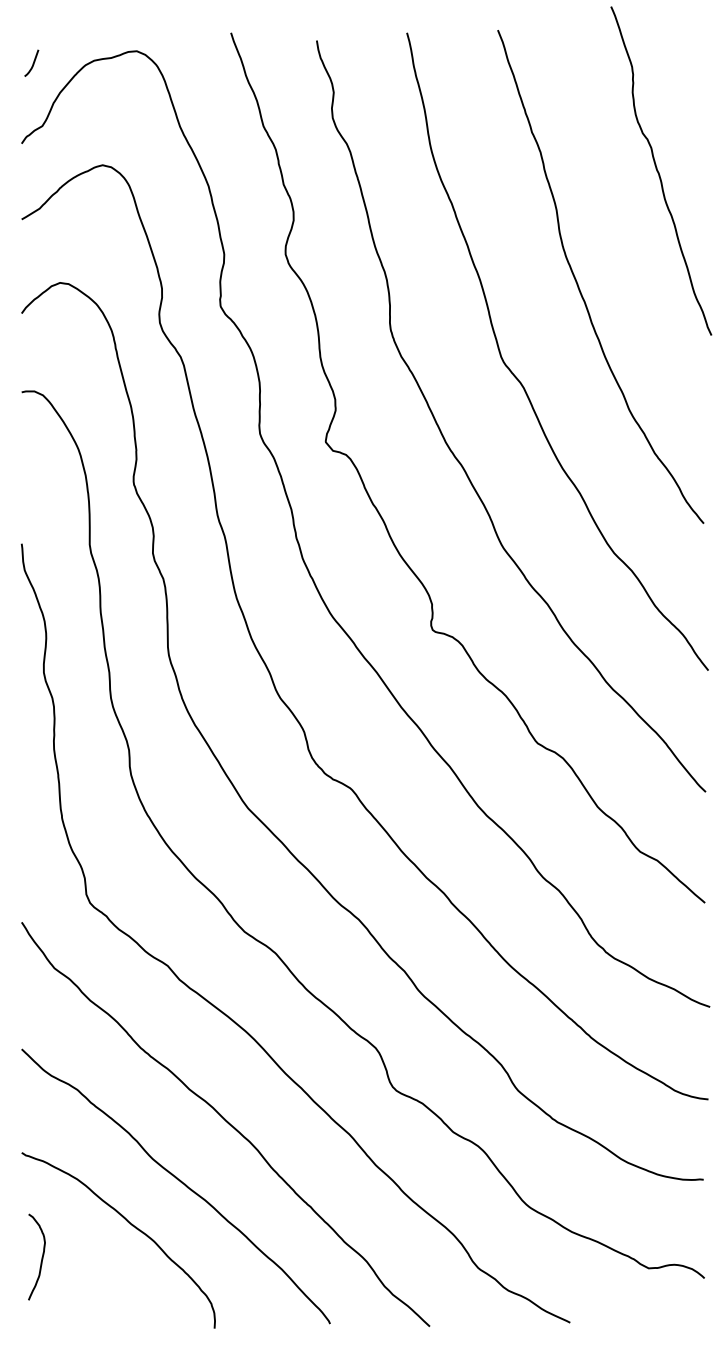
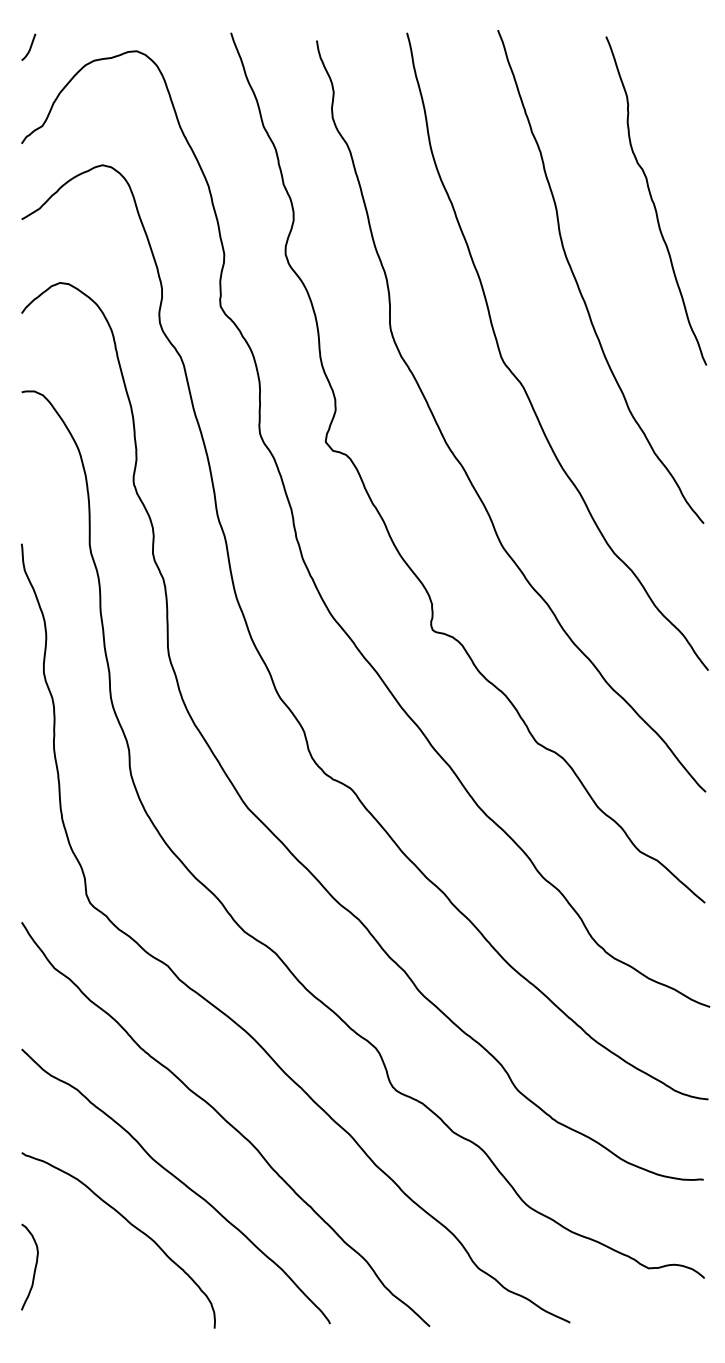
curve at (32, 63) position: (32, 63) -> (29, 47)
curve at (659, 172) position: (659, 172) -> (654, 202)
curve at (41, 1257) position: (41, 1257) -> (34, 1267)
